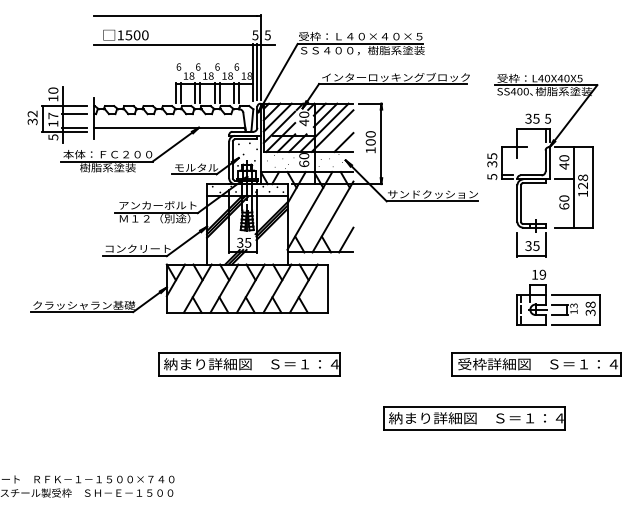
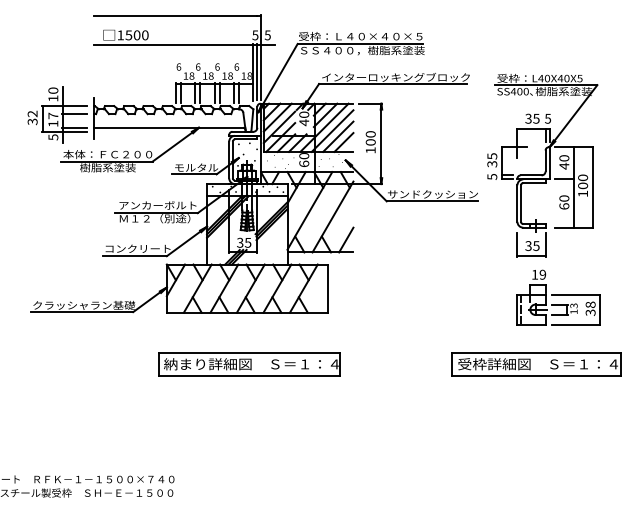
line at (338, 136): none -> present
text at (583, 181): 128 -> 100
part at (474, 418): present -> none
